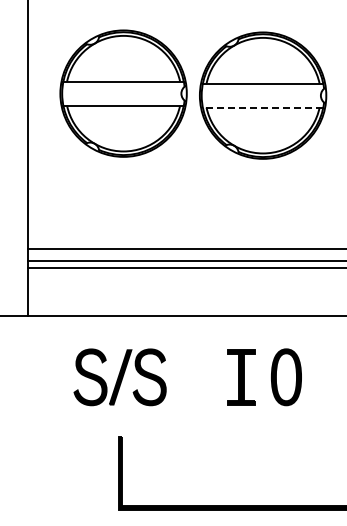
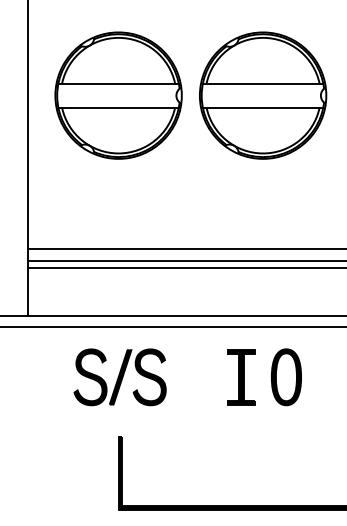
part at (123, 93) position: (123, 93) -> (118, 95)
line at (262, 107): dashed -> solid
line at (172, 326): none -> present
